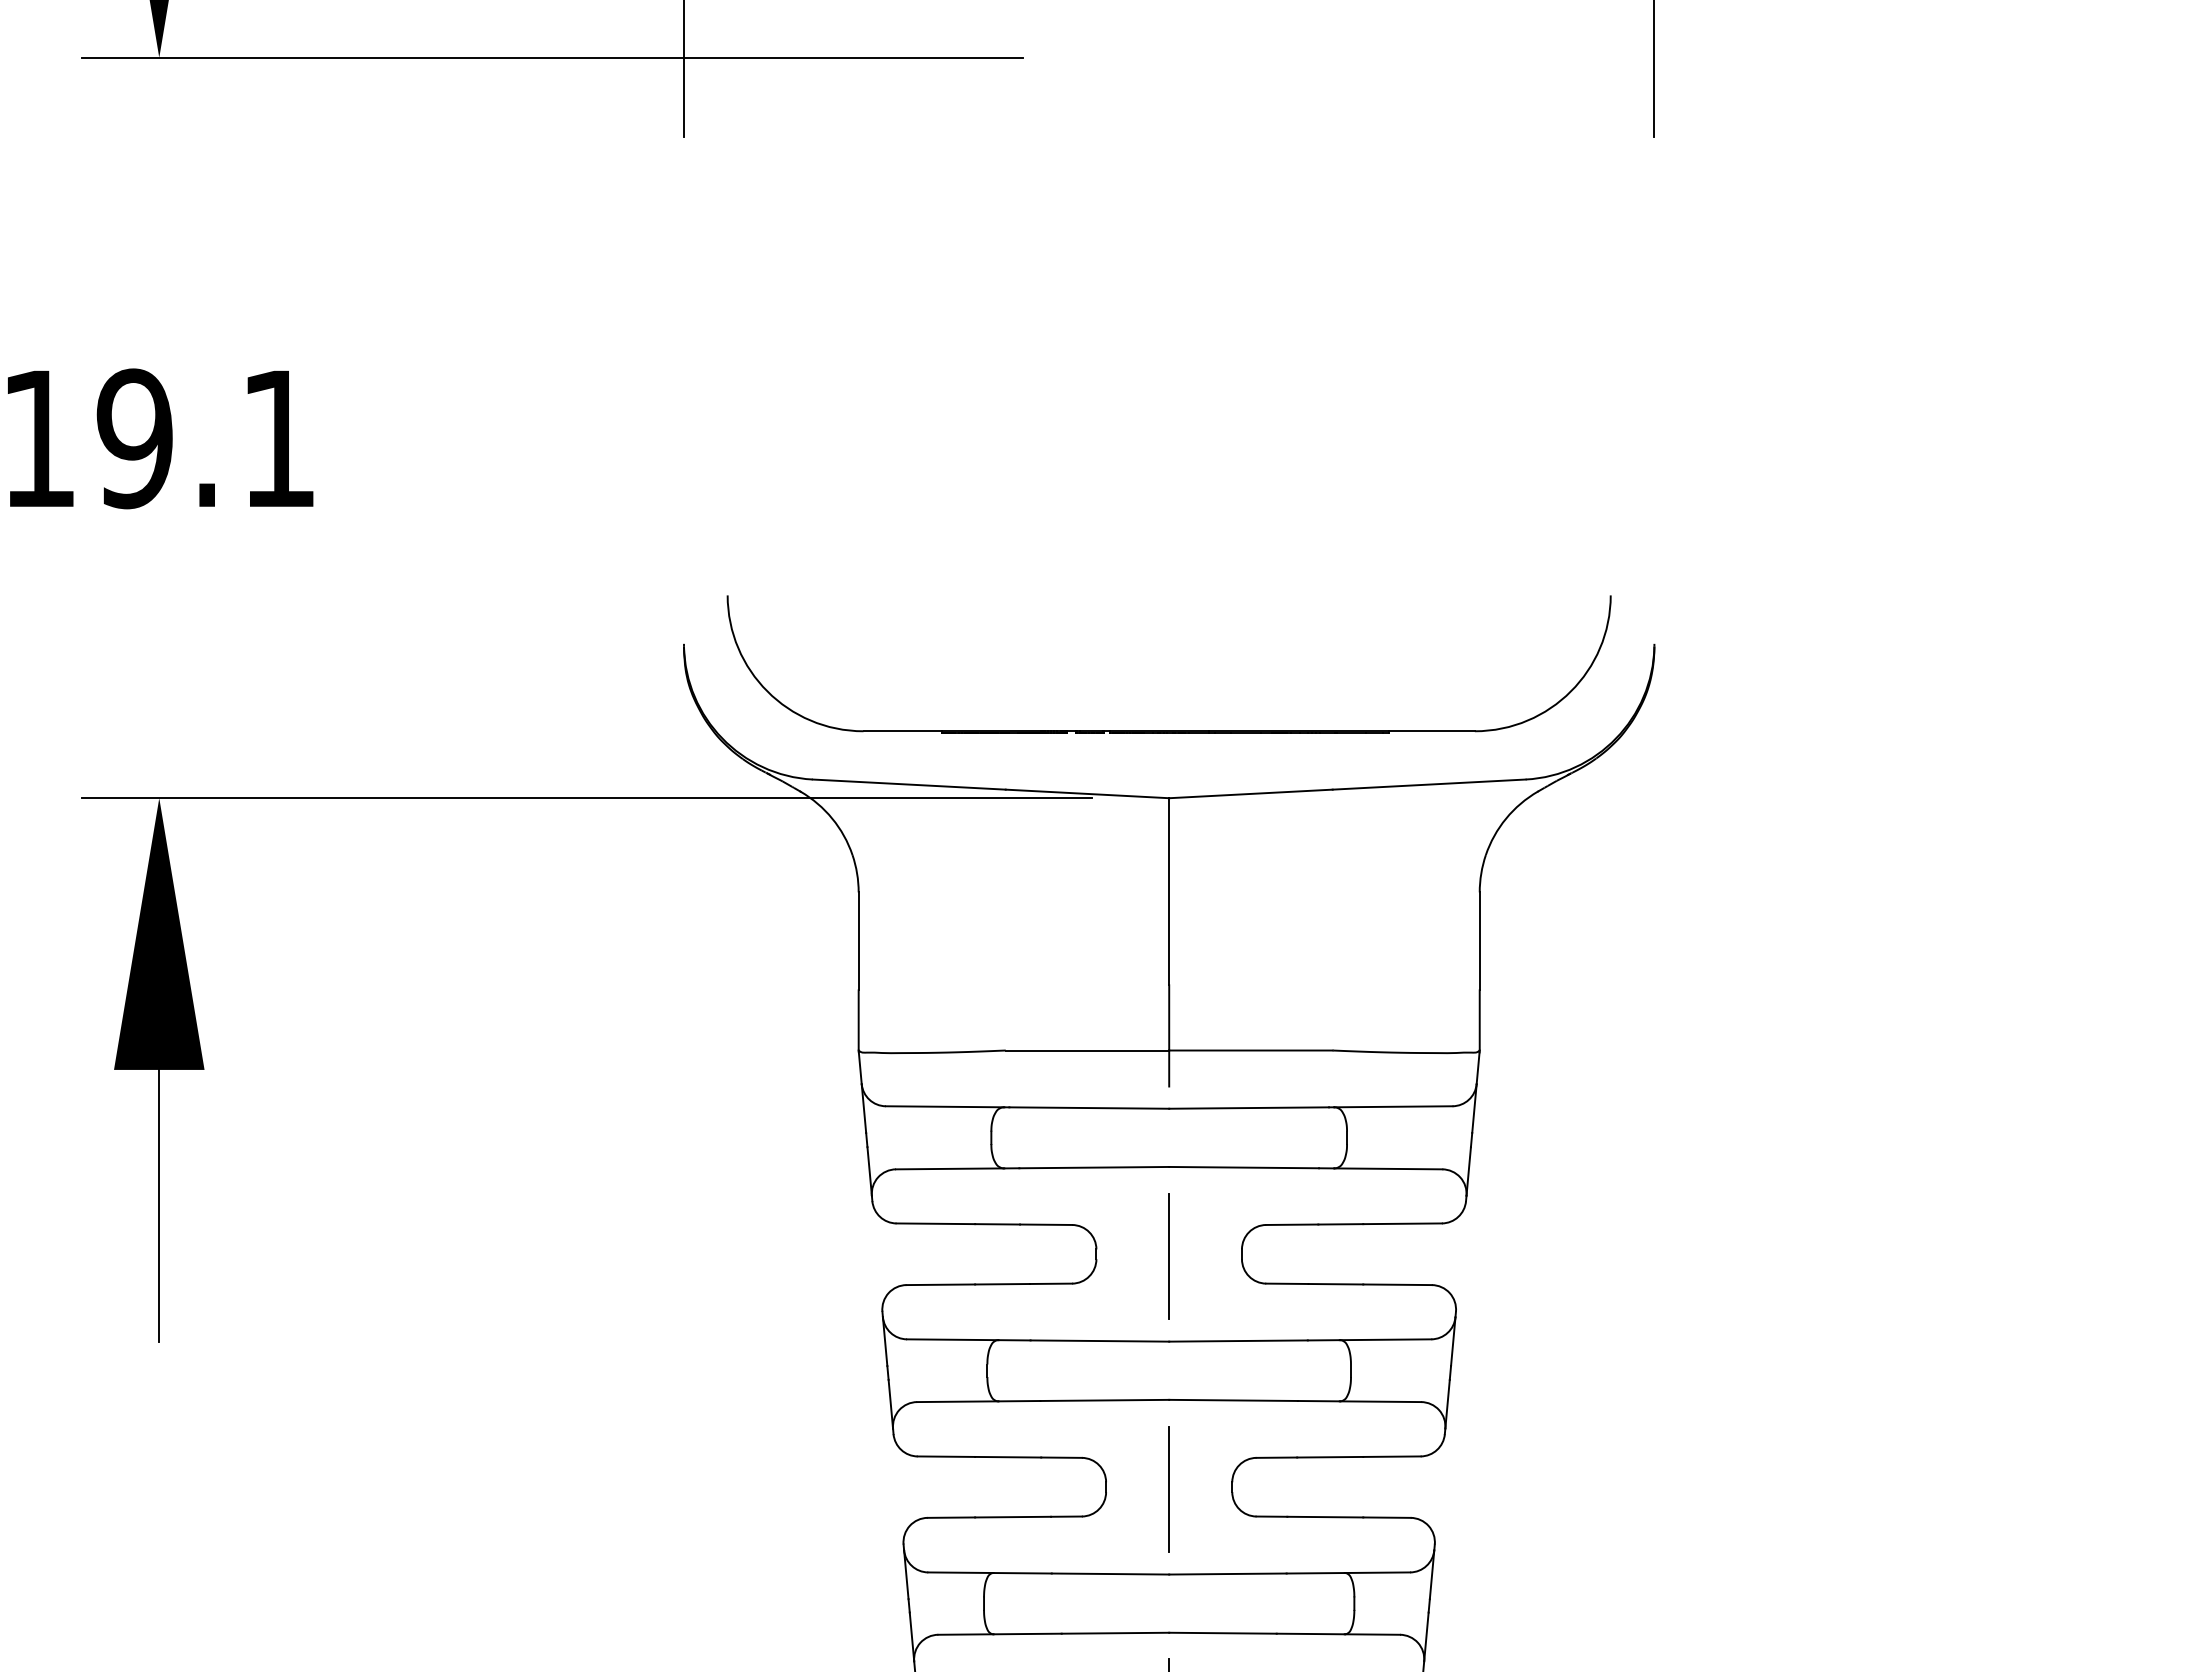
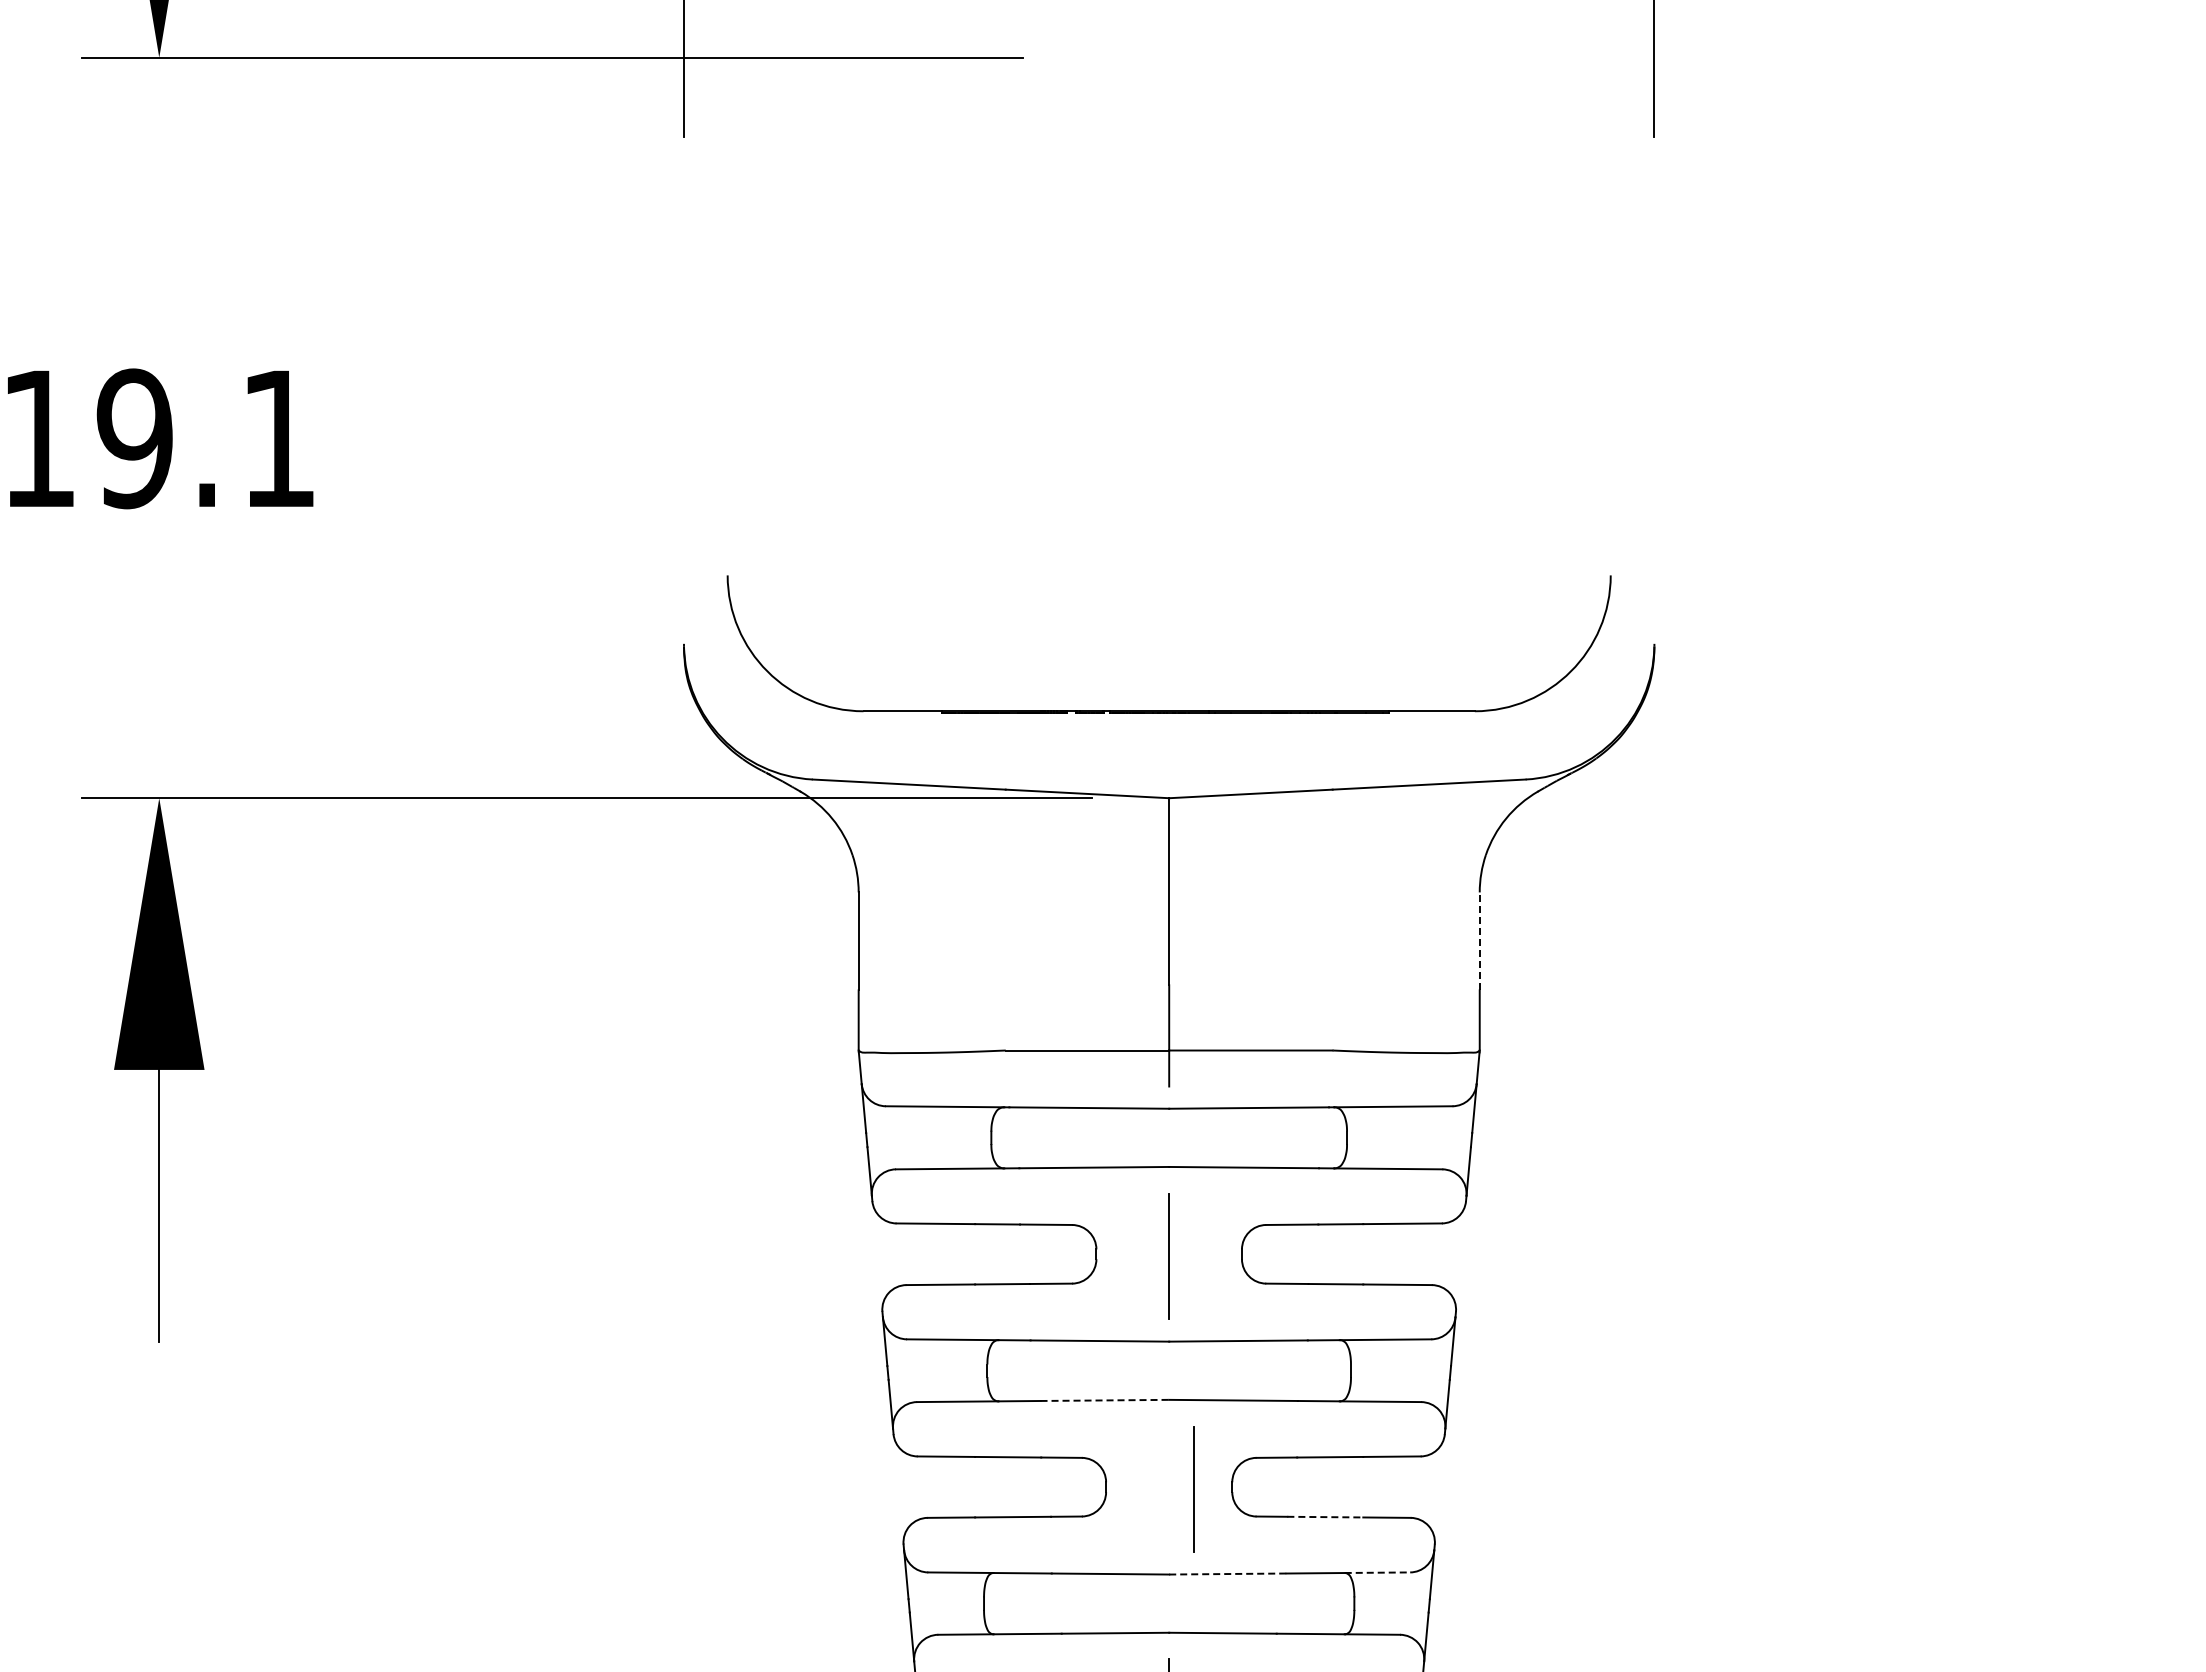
part at (1168, 730) position: (1168, 730) -> (1168, 710)
line at (1479, 941): solid -> dashed
line at (1105, 1400): solid -> dashed
line at (1168, 1489) position: (1168, 1489) -> (1193, 1489)
line at (1325, 1517): solid -> dashed
line at (1377, 1572): solid -> dashed
line at (1227, 1574): solid -> dashed
